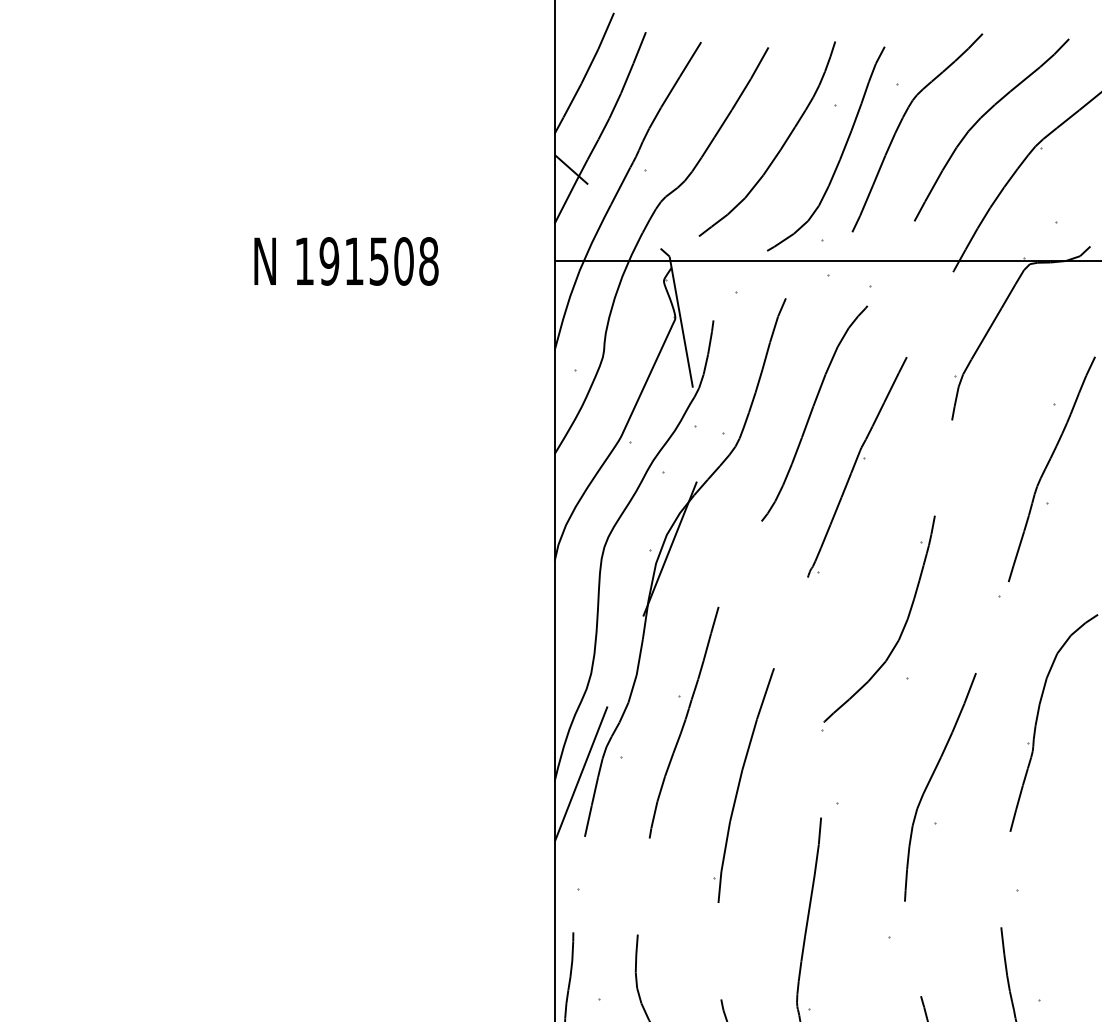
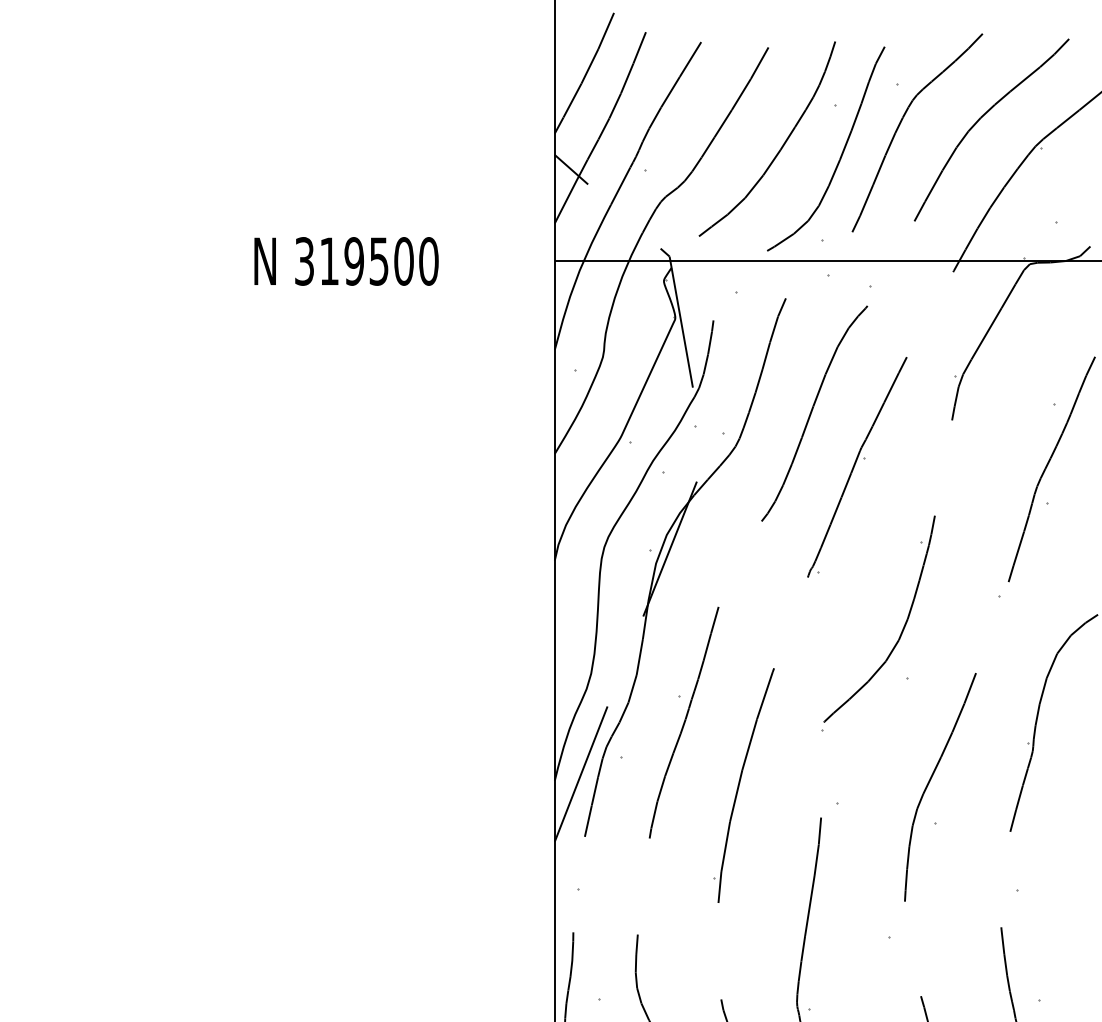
text at (366, 261): 191508 -> 319500
